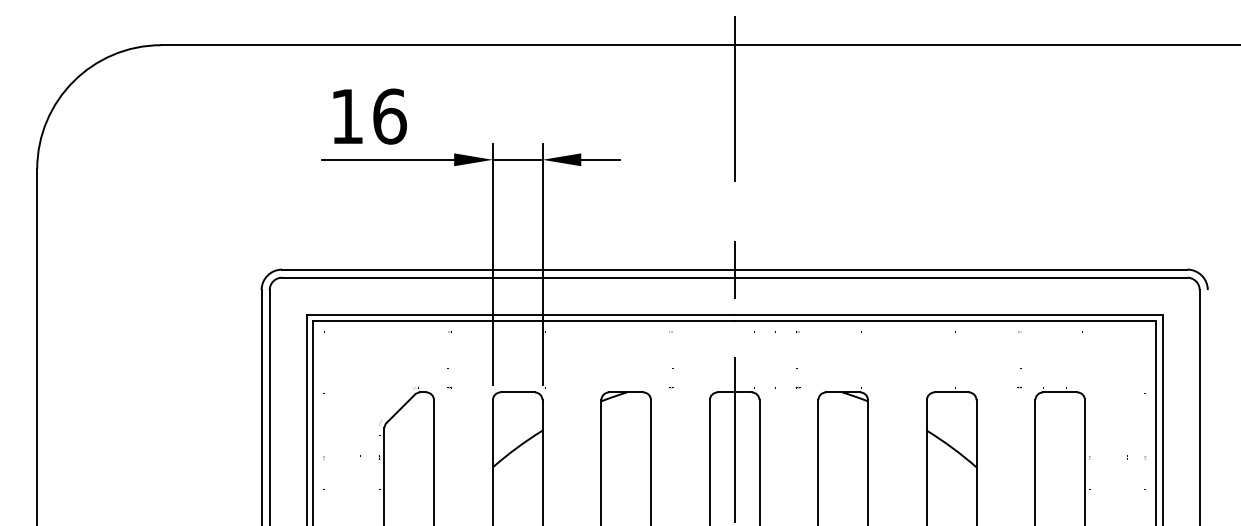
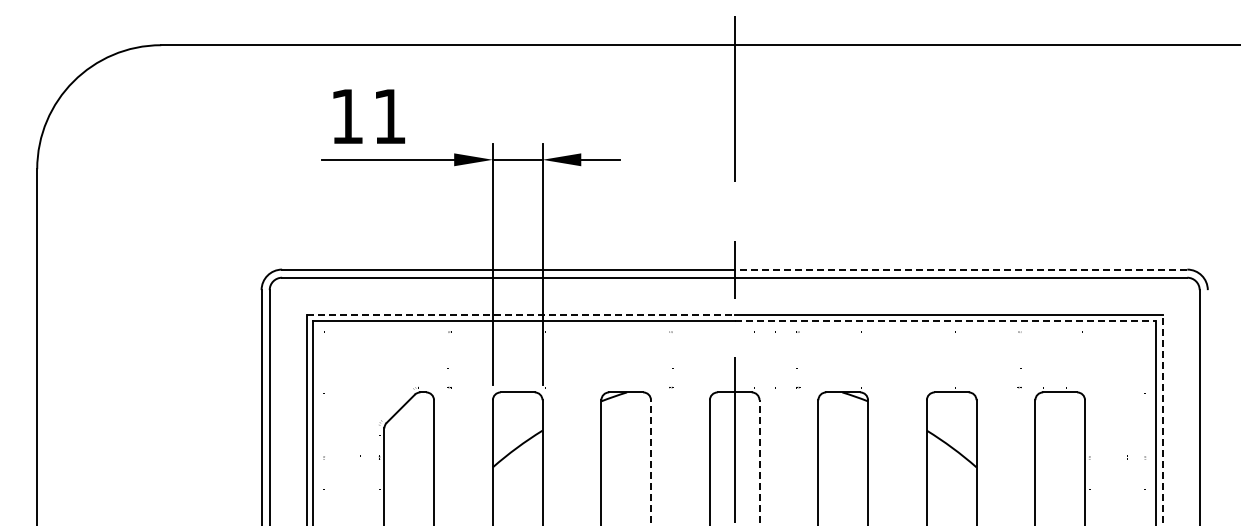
text at (389, 116): 16 -> 11
line at (960, 269): solid -> dashed
line at (520, 314): solid -> dashed
line at (945, 321): solid -> dashed
line at (1162, 419): solid -> dashed
line at (651, 462): solid -> dashed
line at (759, 462): solid -> dashed
